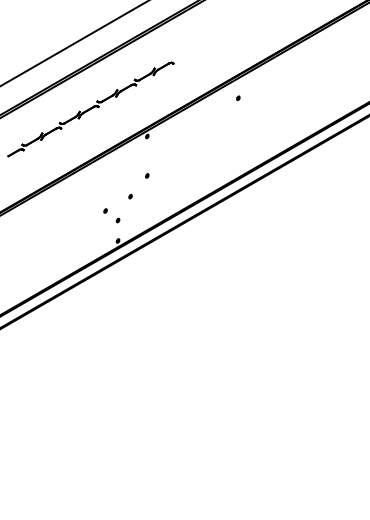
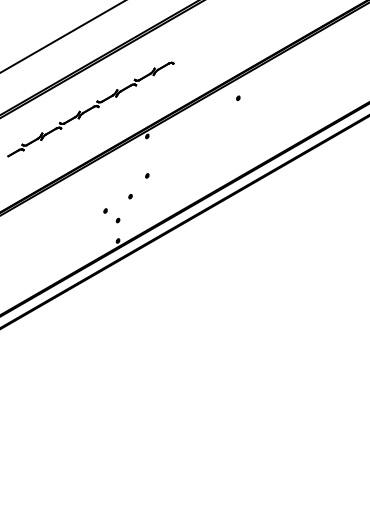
line at (74, 43) position: (74, 43) -> (62, 36)
